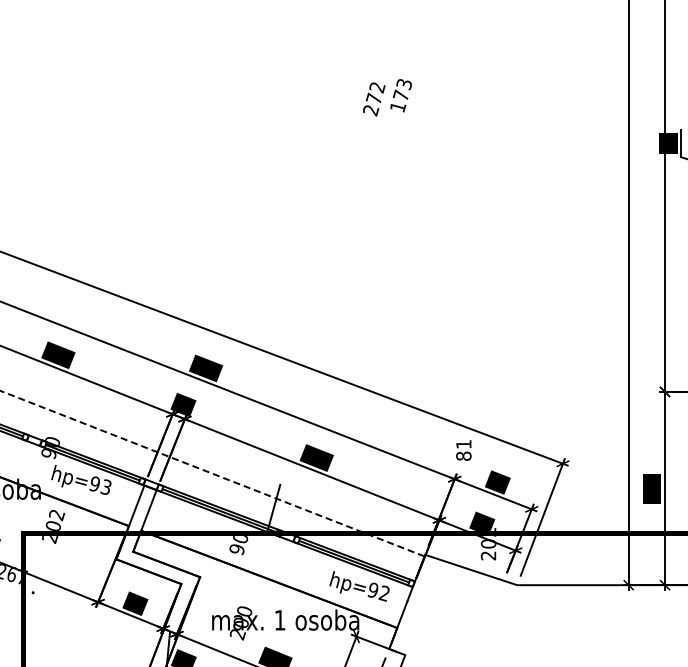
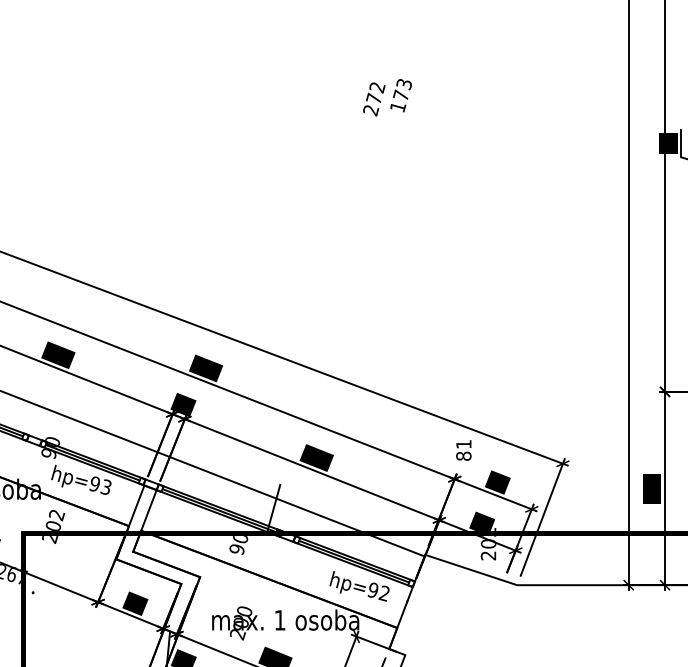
line at (212, 473): dashed -> solid
